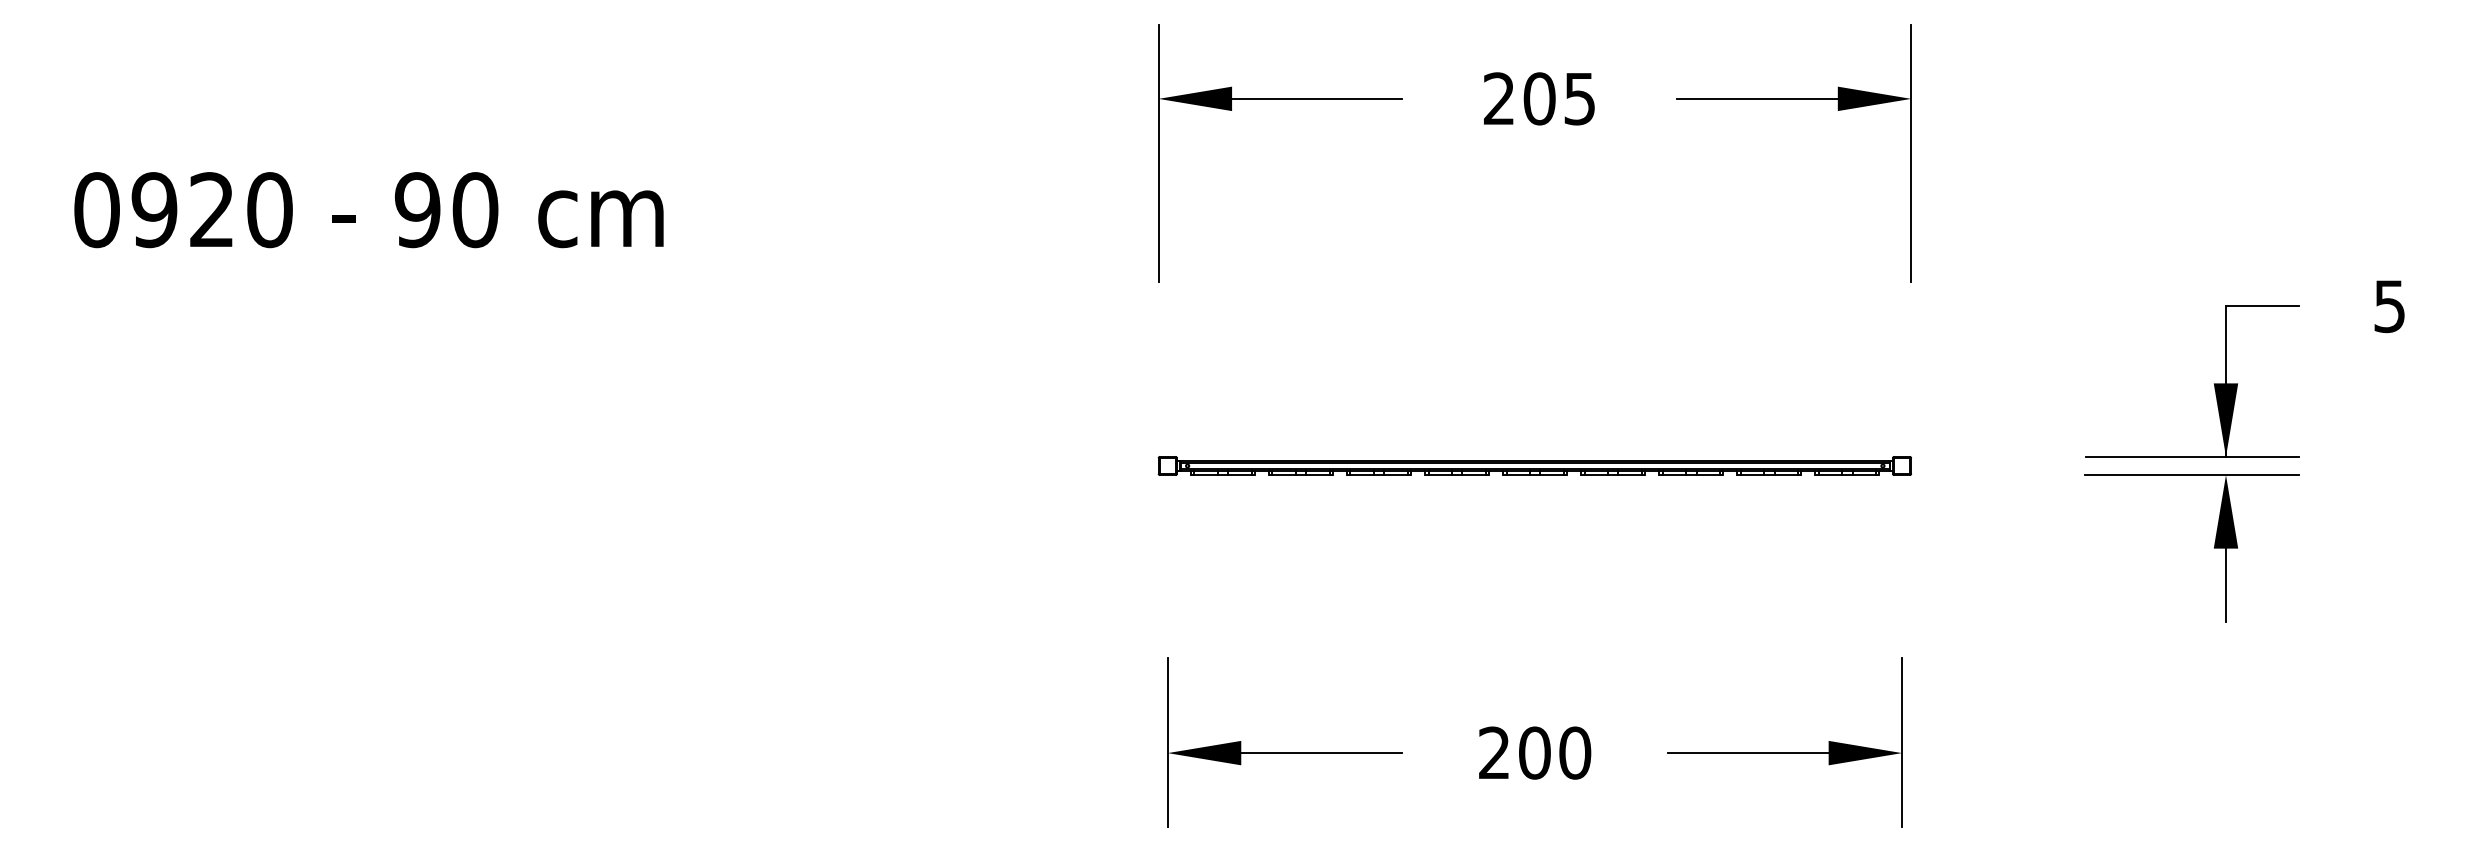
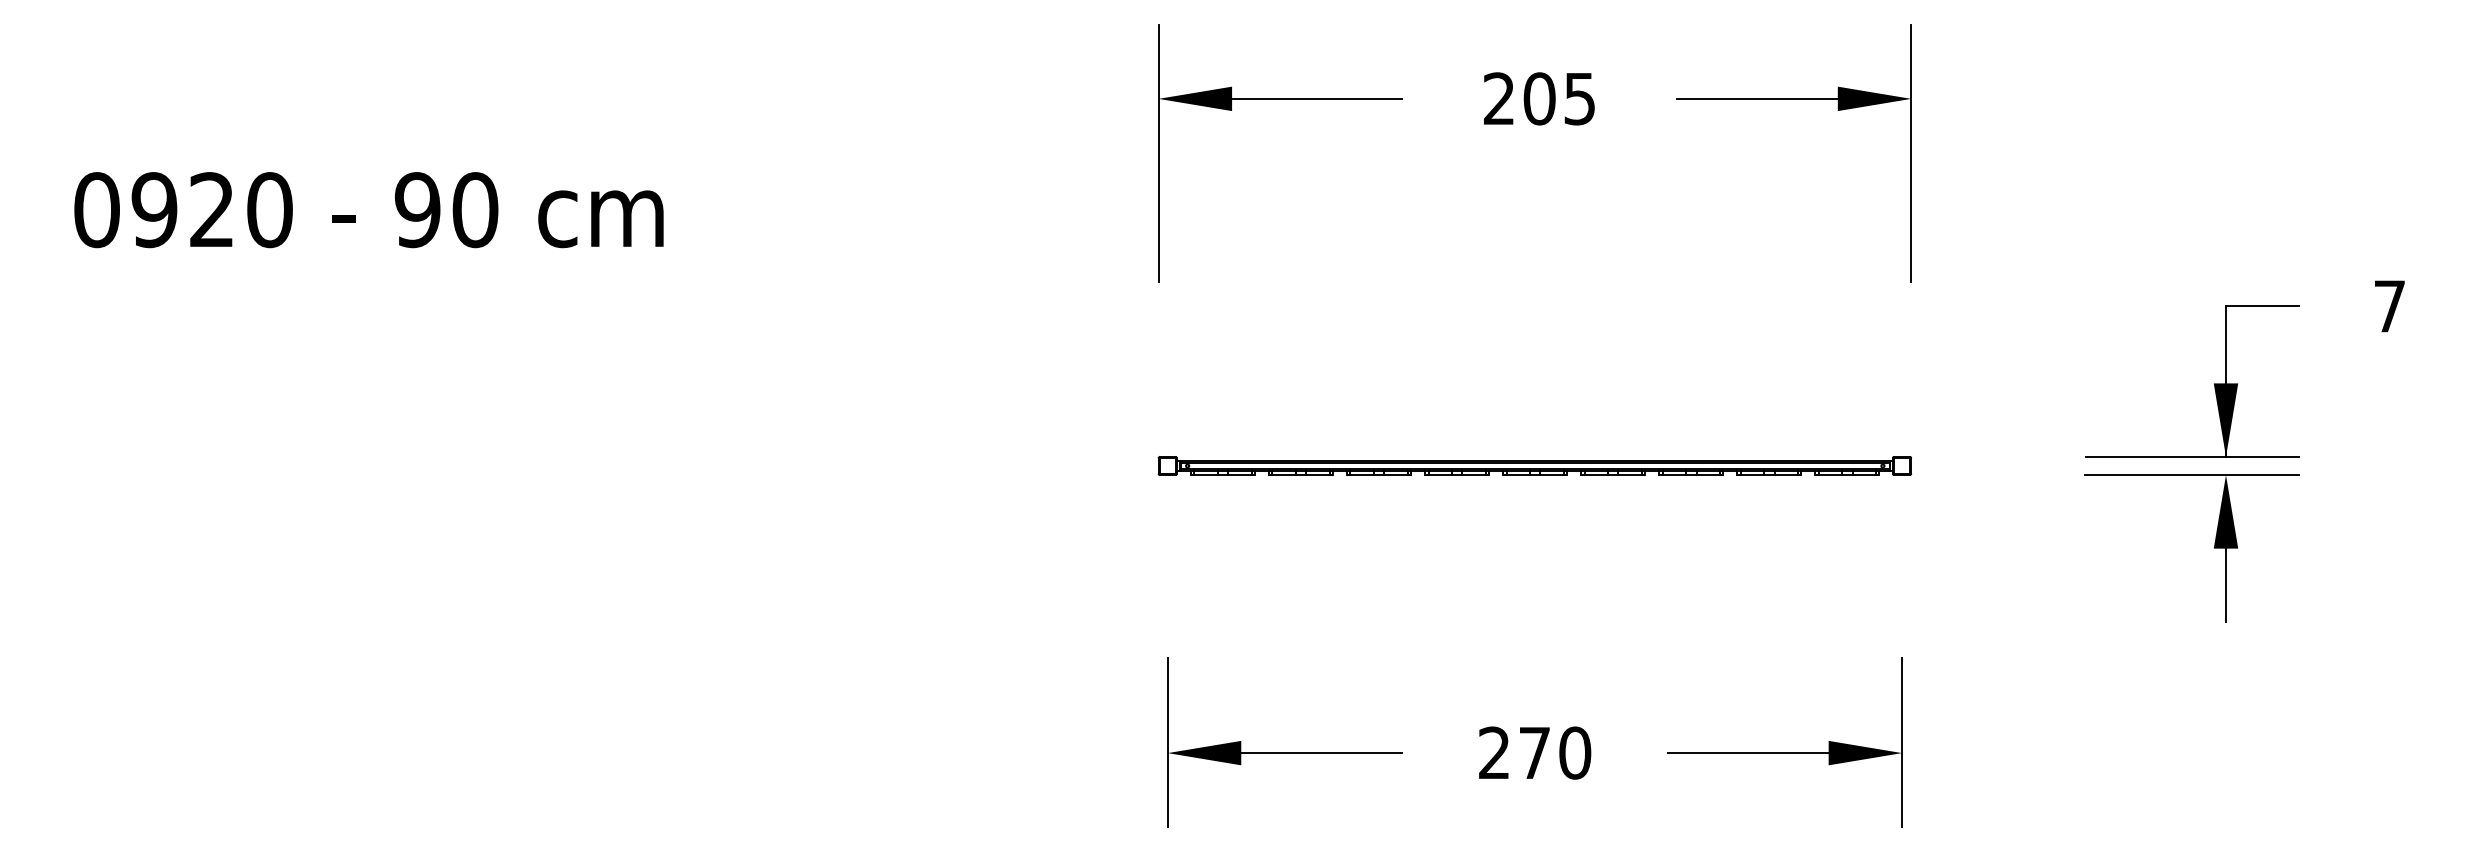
text at (2389, 306): 5 -> 7
text at (1534, 752): 200 -> 270
